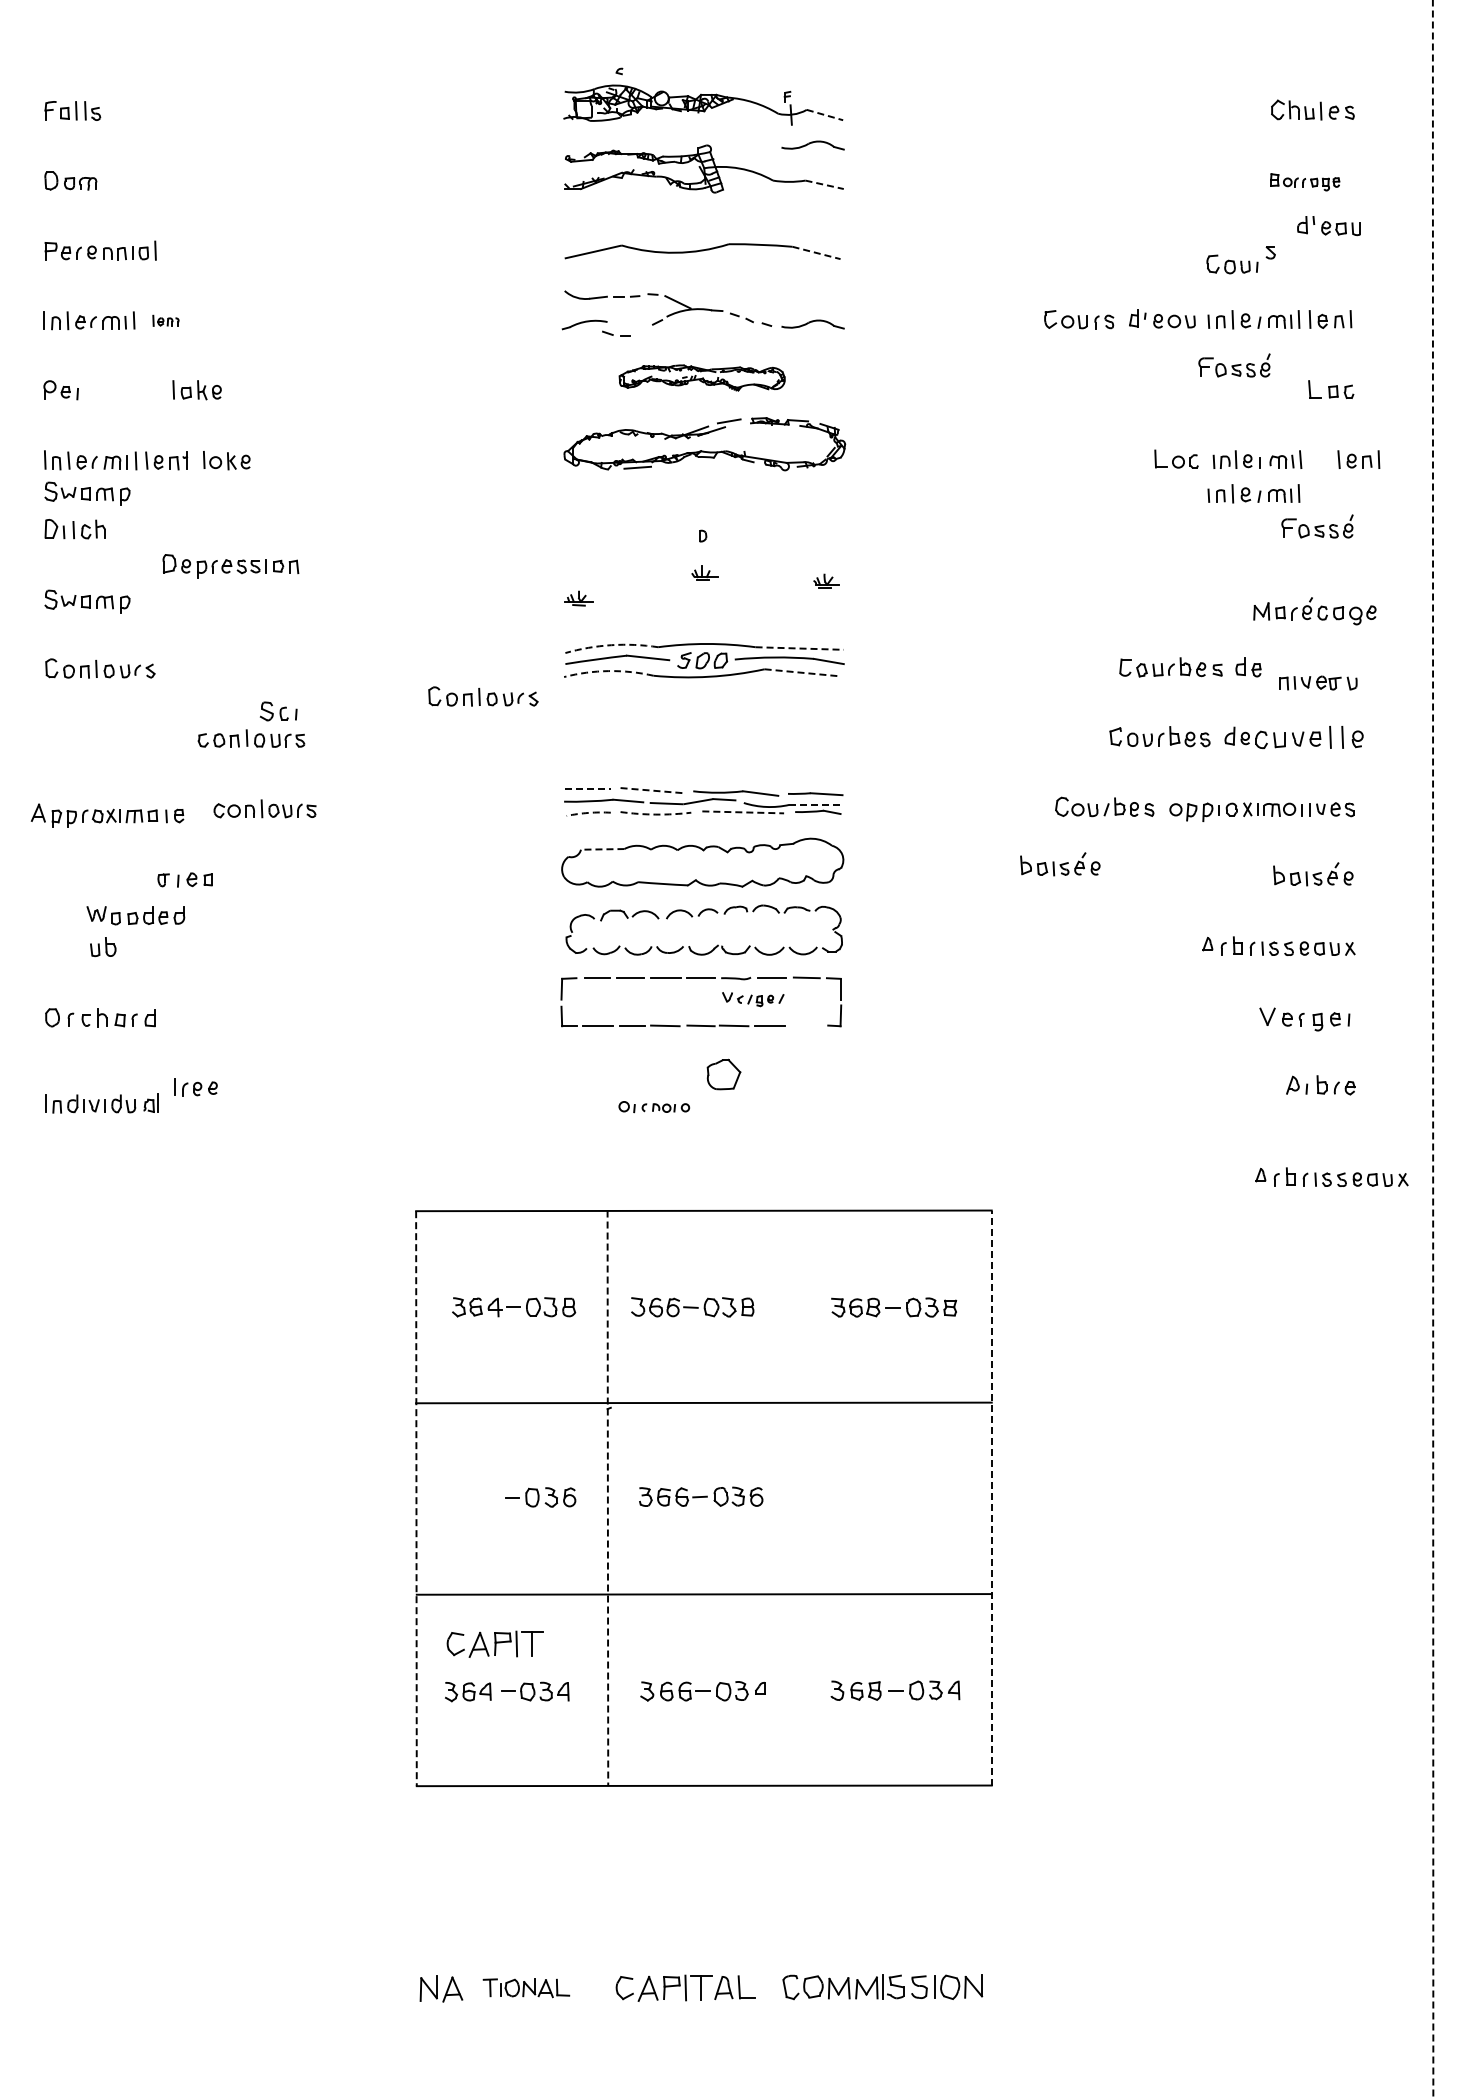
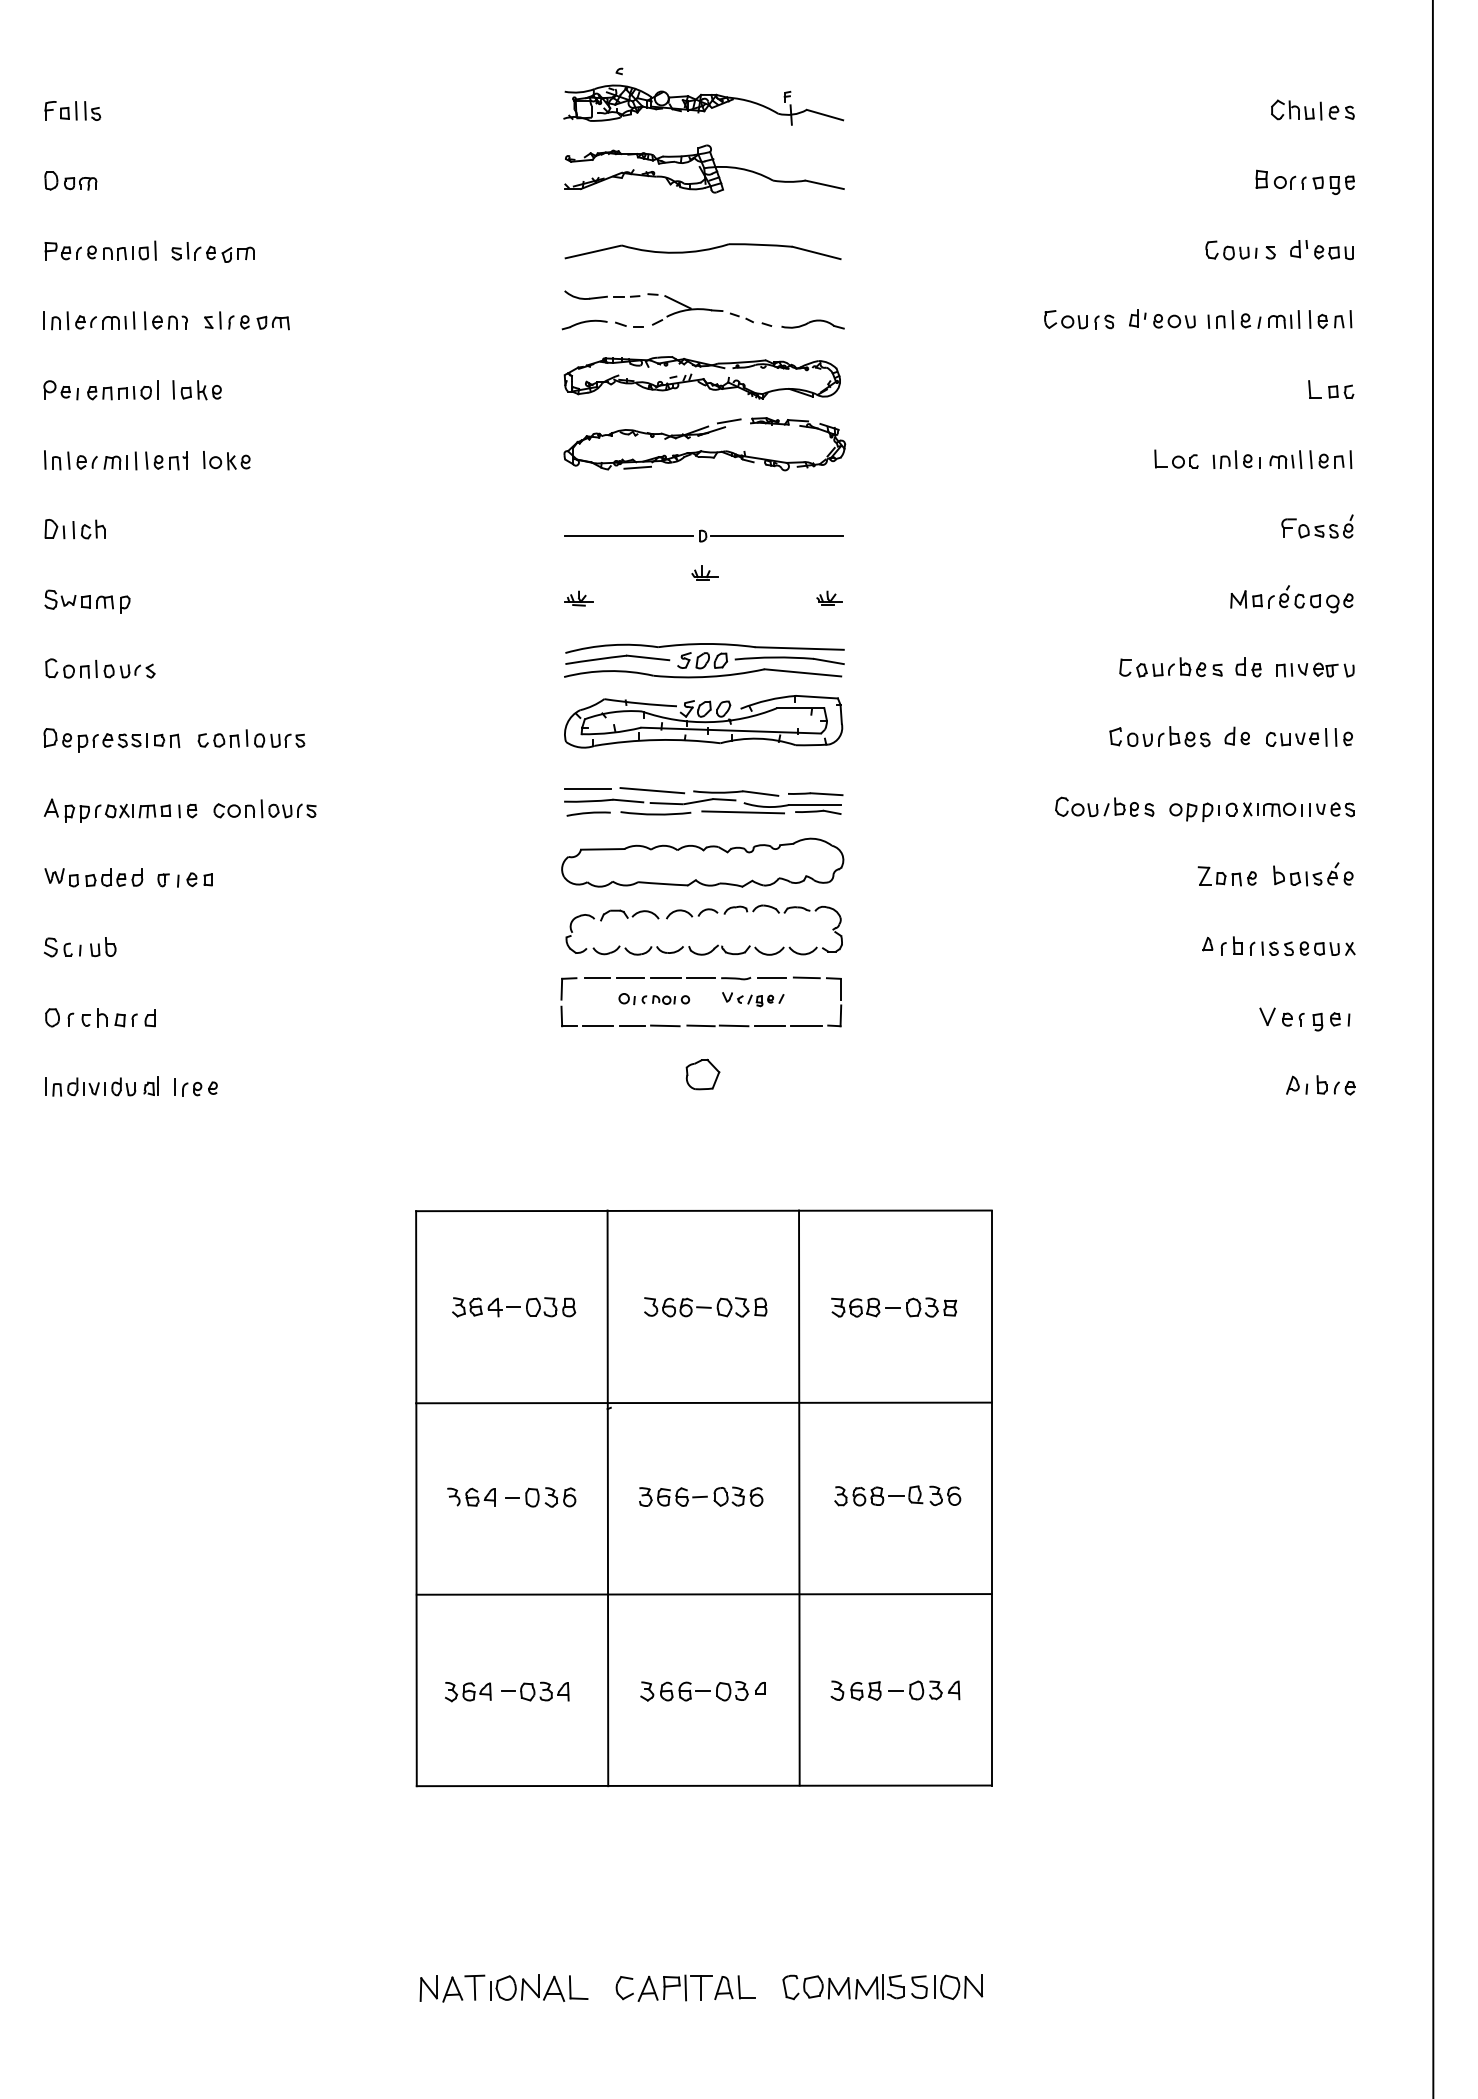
line at (824, 115): dashed -> solid
part at (812, 145): present -> none
part at (1305, 182) size: 71x19 px -> 100x26 px
line at (824, 184): dashed -> solid
part at (1328, 226) position: (1328, 226) -> (1321, 250)
part at (212, 252): none -> present
line at (816, 252): dashed -> solid
part at (1232, 264) position: (1232, 264) -> (1231, 250)
part at (165, 320) size: 28x13 px -> 44x20 px
part at (246, 320): none -> present
part at (616, 333) position: (616, 333) -> (629, 324)
part at (1234, 365): present -> none
part at (701, 377) size: 168x28 px -> 278x44 px
part at (122, 390): none -> present
part at (1358, 459) position: (1358, 459) -> (1330, 459)
part at (87, 493): present -> none
part at (1253, 493): present -> none
line at (628, 535): none -> present
line at (776, 535): none -> present
part at (230, 566) position: (230, 566) -> (111, 740)
part at (826, 580) position: (826, 580) -> (829, 597)
part at (1314, 611) position: (1314, 611) -> (1291, 599)
arc at (611, 645): dashed -> solid
line at (800, 648): dashed -> solid
arc at (608, 671): dashed -> solid
line at (803, 672): dashed -> solid
part at (1318, 682) position: (1318, 682) -> (1315, 669)
part at (483, 696): present -> none
part at (278, 711) position: (278, 711) -> (62, 947)
part at (703, 721): none -> present
part at (1309, 737) size: 109x24 px -> 87x19 px
line at (588, 788): dashed -> solid
line at (652, 790): dashed -> solid
line at (814, 804): dashed -> solid
arc at (588, 812): dashed -> solid
line at (743, 812): dashed -> solid
arc at (655, 814): dashed -> solid
part at (107, 815) position: (107, 815) -> (120, 810)
line at (602, 849): dashed -> solid
part at (1060, 864): present -> none
part at (1226, 876): none -> present
part at (135, 915) position: (135, 915) -> (93, 877)
line at (805, 1025): none -> present
line at (1433, 1050): dashed -> solid
part at (723, 1074) position: (723, 1074) -> (702, 1074)
part at (101, 1103) position: (101, 1103) -> (101, 1086)
part at (654, 1107) position: (654, 1107) -> (654, 999)
part at (1331, 1176): present -> none
part at (692, 1307) position: (692, 1307) -> (705, 1307)
part at (897, 1495): none -> present
part at (471, 1496): none -> present
line at (799, 1497): none -> present
line at (991, 1497): dashed -> solid
line at (607, 1498): dashed -> solid
line at (416, 1499): dashed -> solid
part at (494, 1643): present -> none
part at (526, 1988) size: 89x21 px -> 125x28 px
